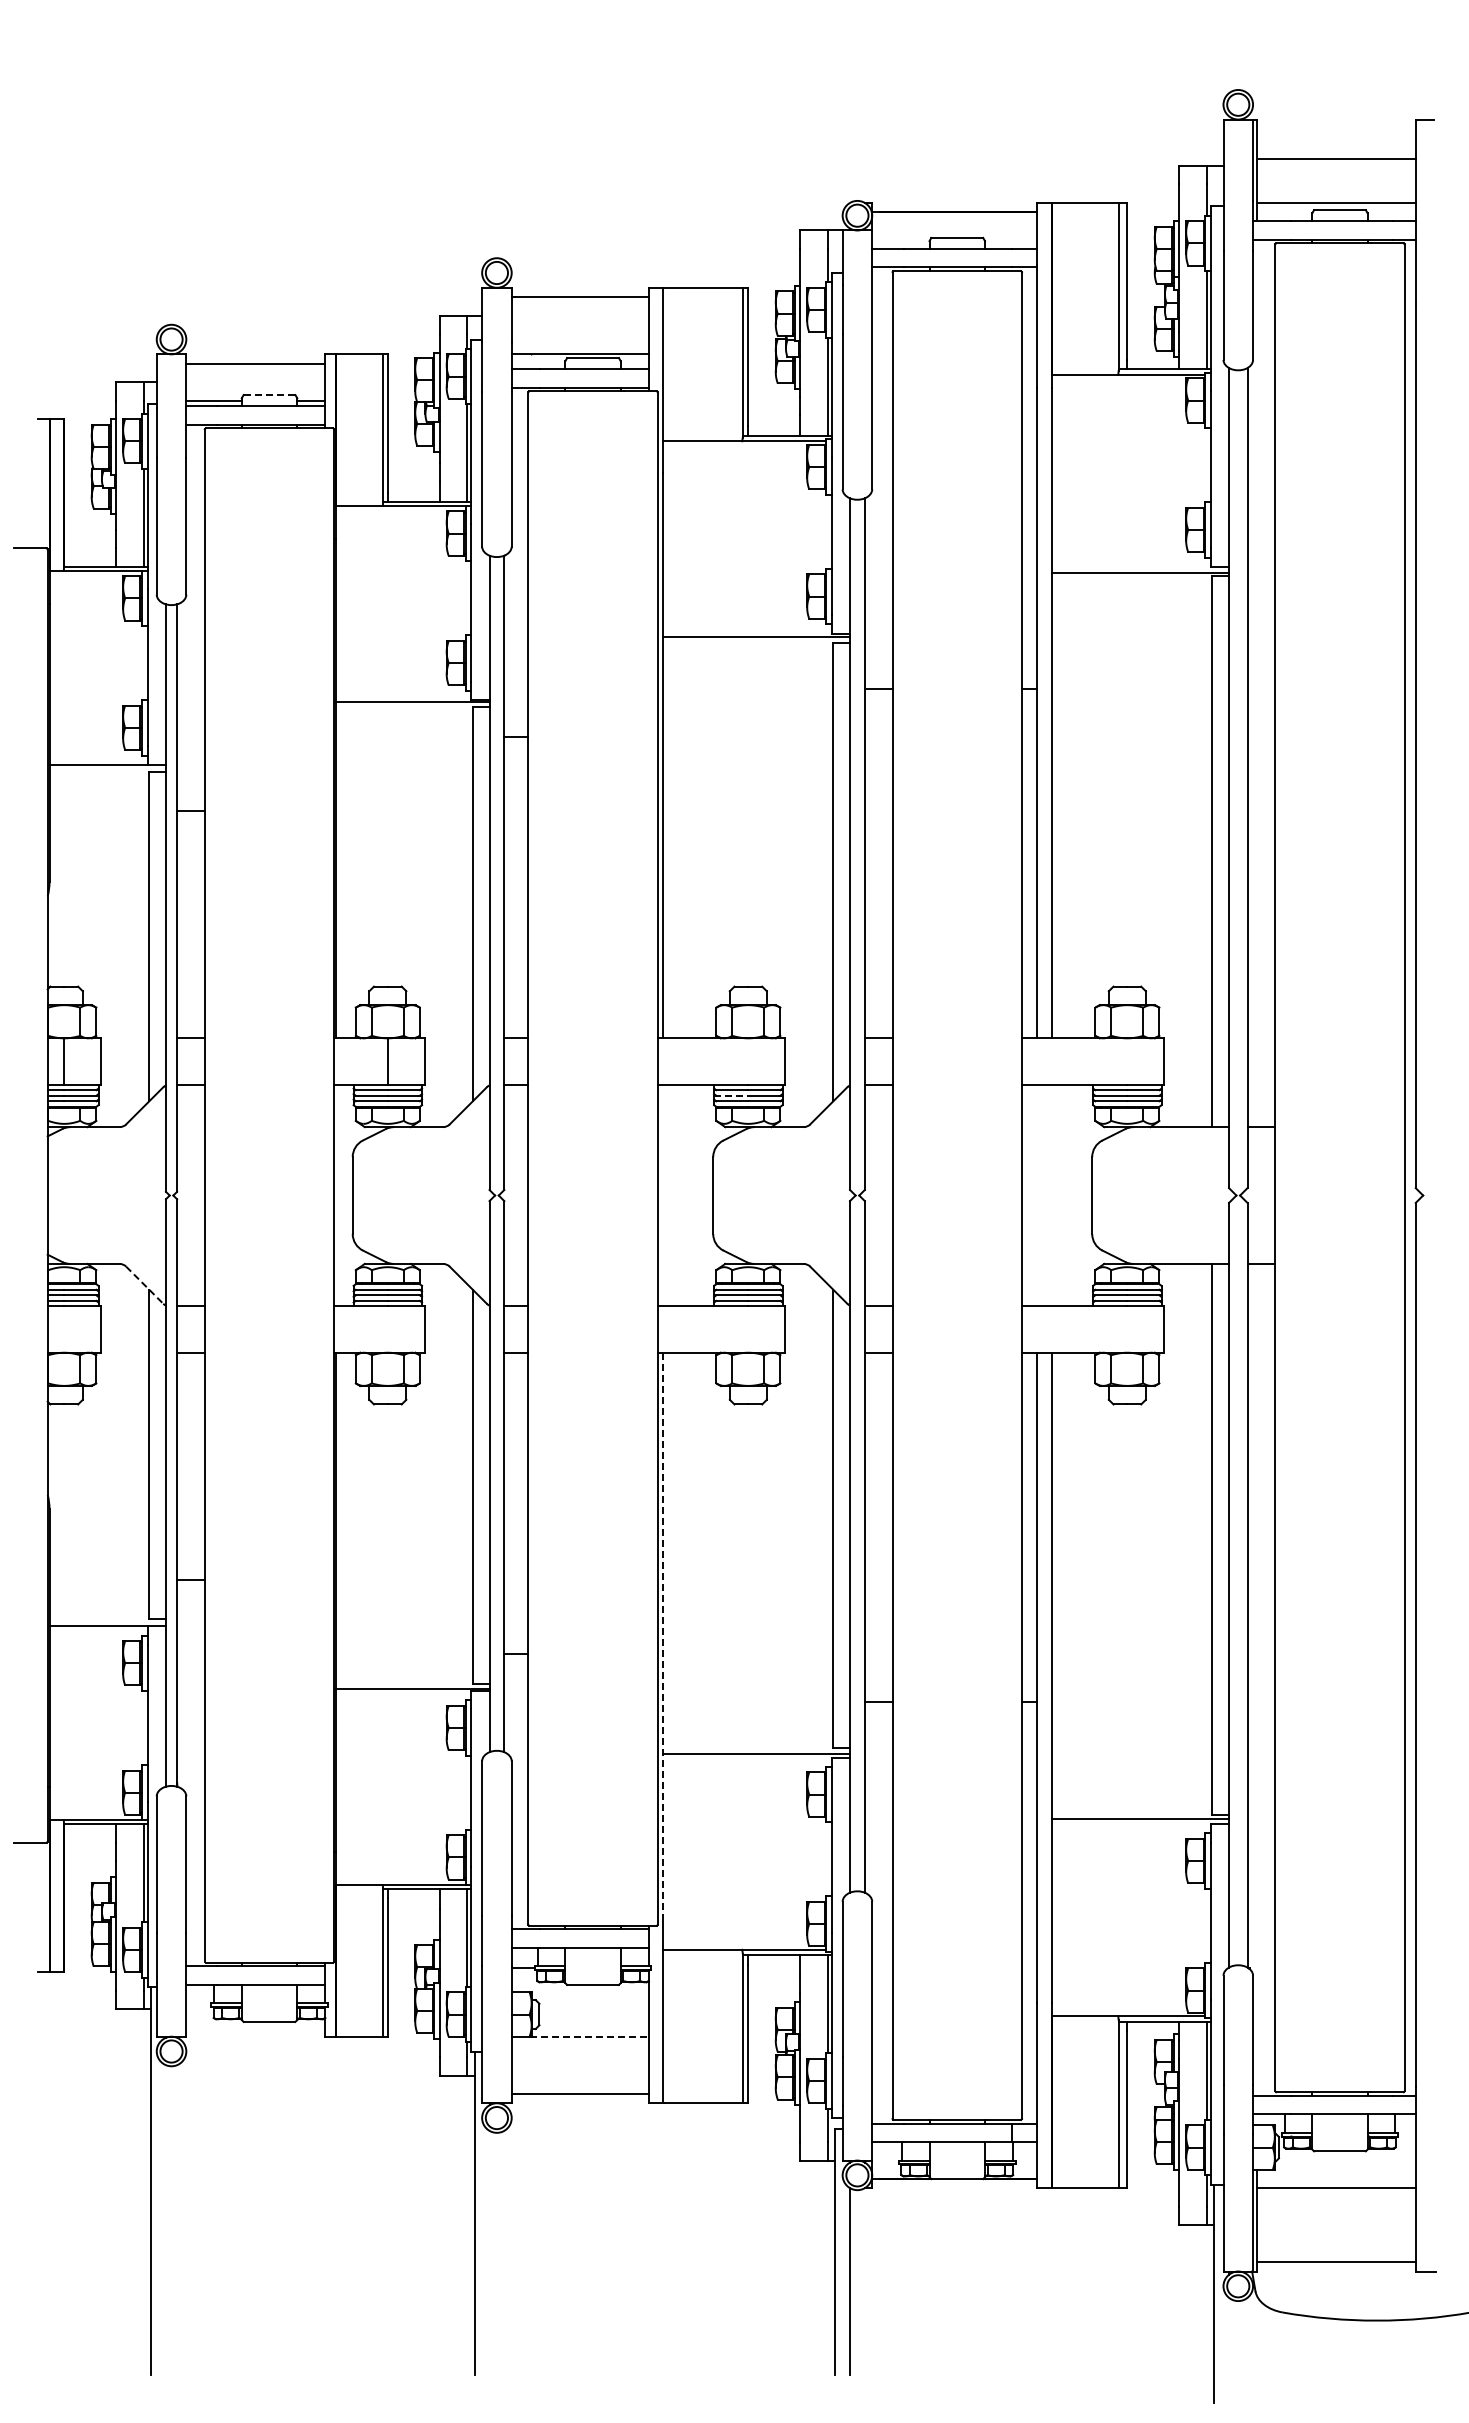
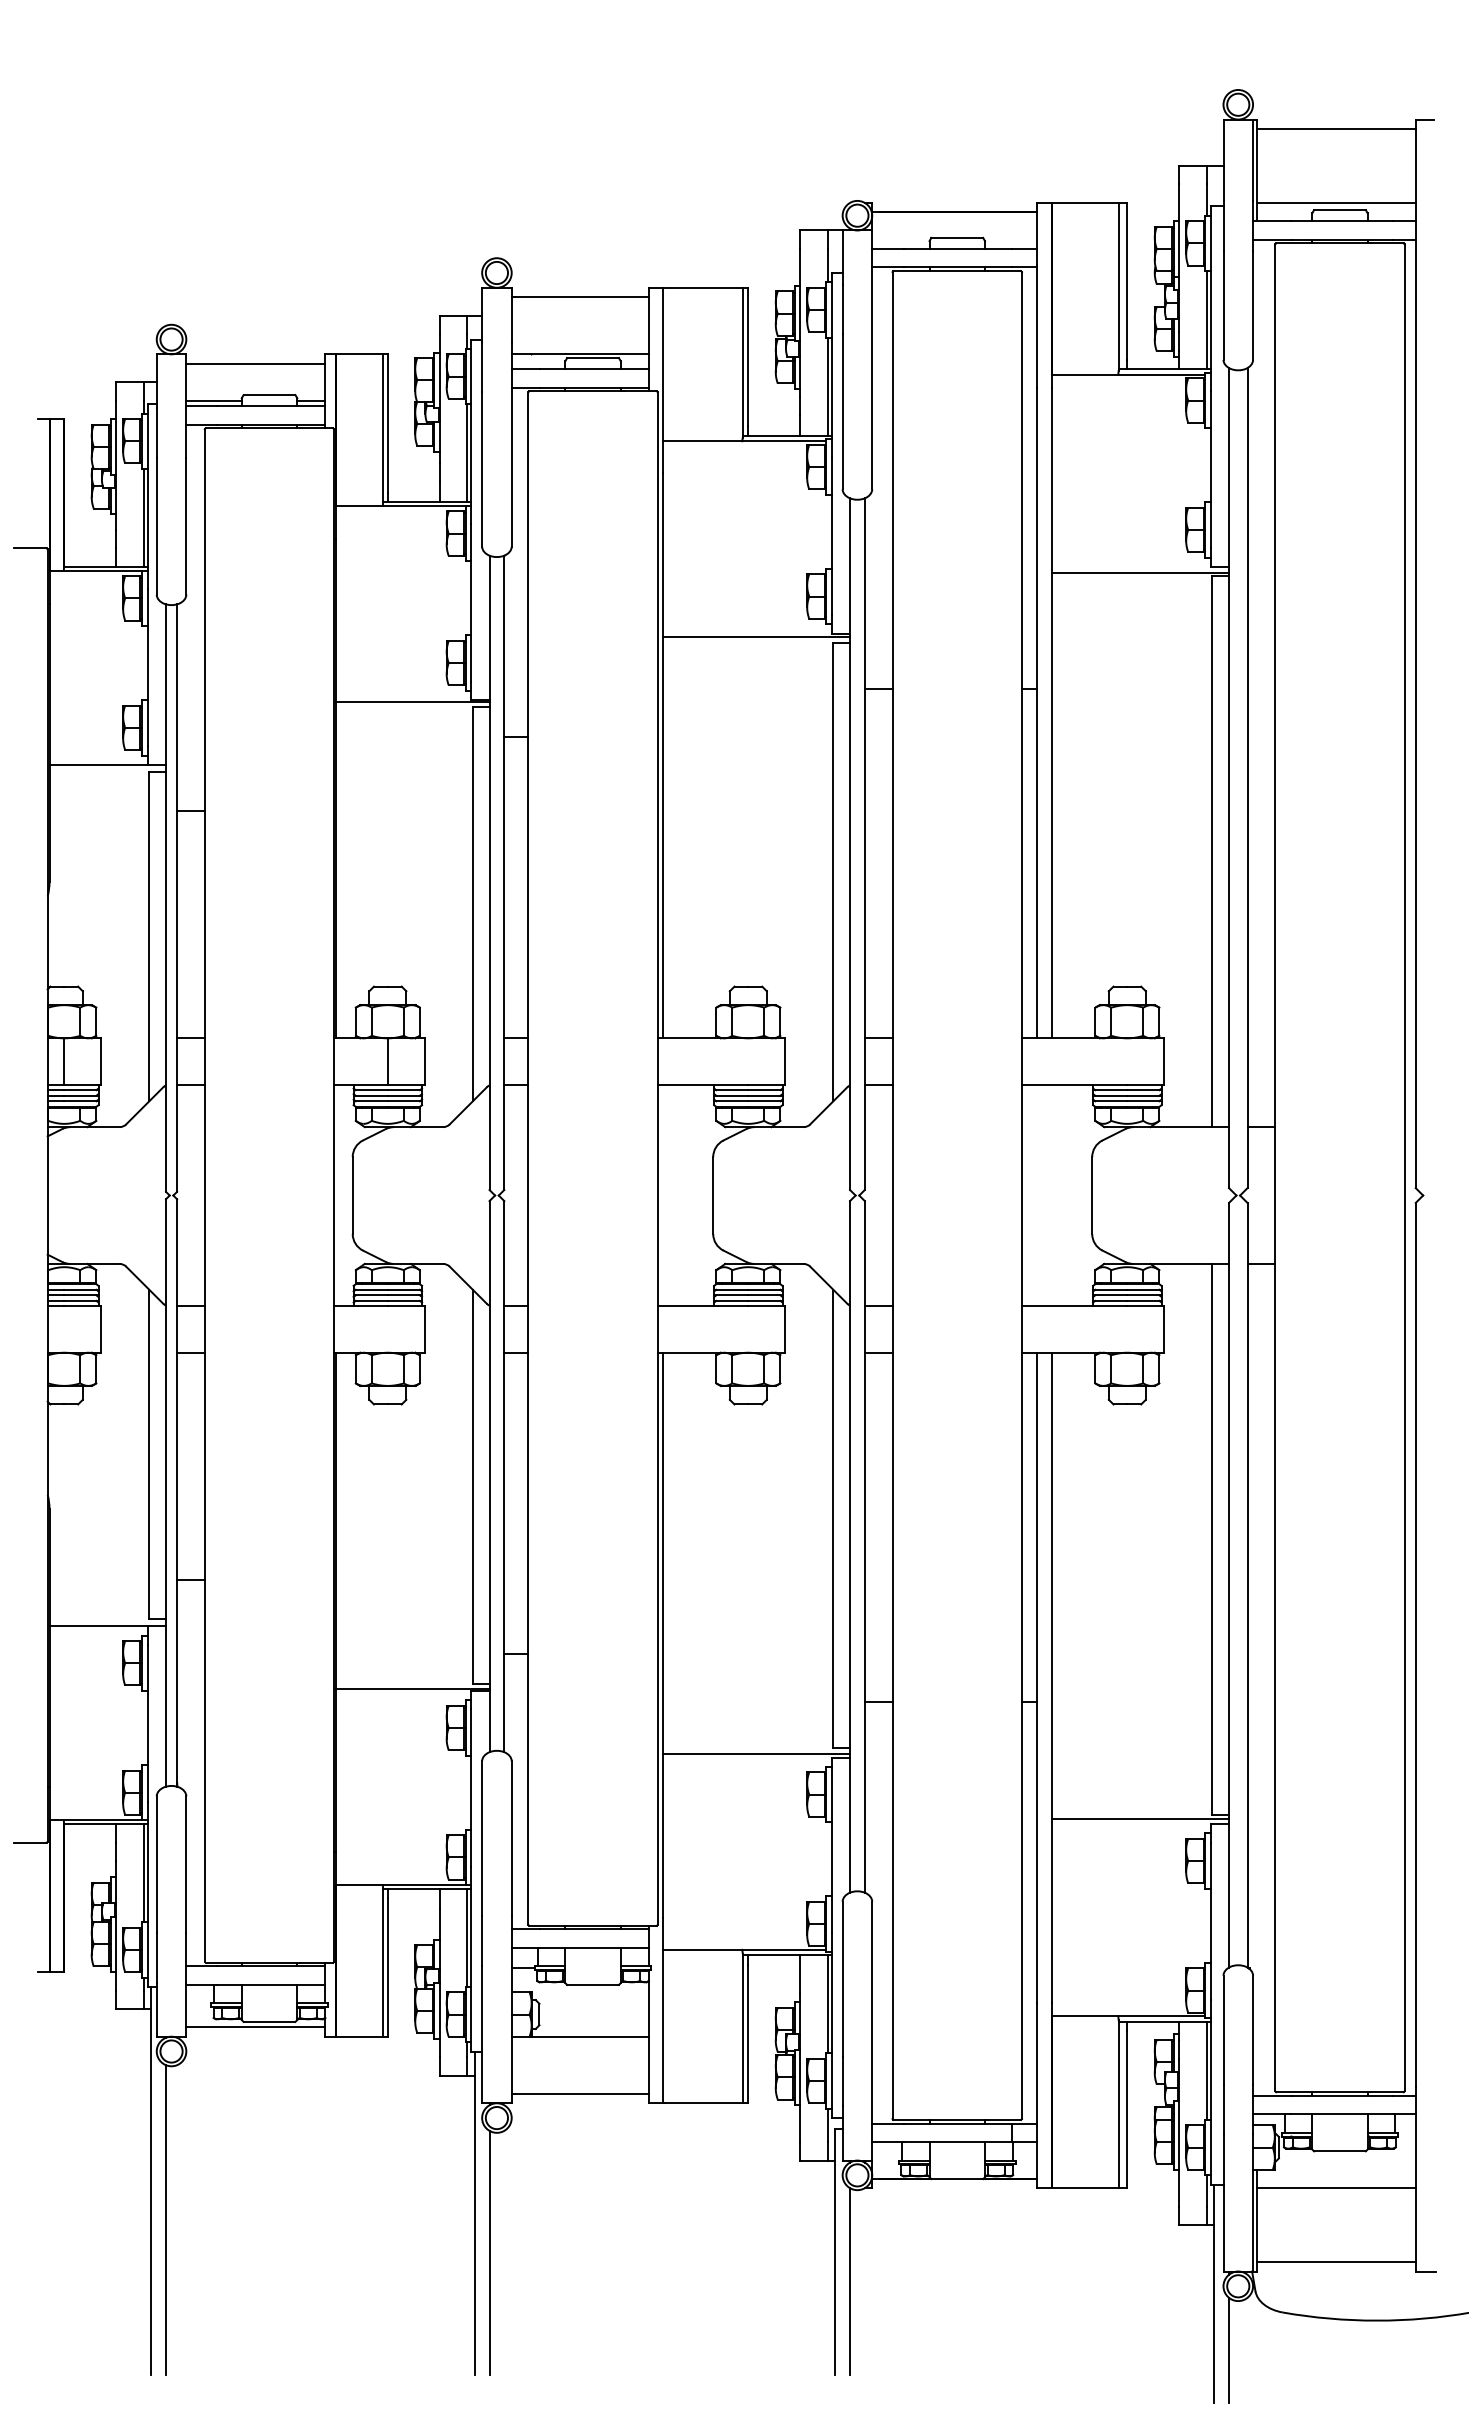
line at (1335, 158) position: (1335, 158) -> (1335, 128)
line at (269, 395): dashed -> solid
line at (731, 1095): dashed -> solid
line at (145, 1285): dashed -> solid
line at (663, 1635): dashed -> solid
line at (255, 2027): none -> present
line at (589, 2036): dashed -> solid
line at (166, 2220): none -> present
line at (489, 2252): none -> present
line at (1229, 2349): none -> present
